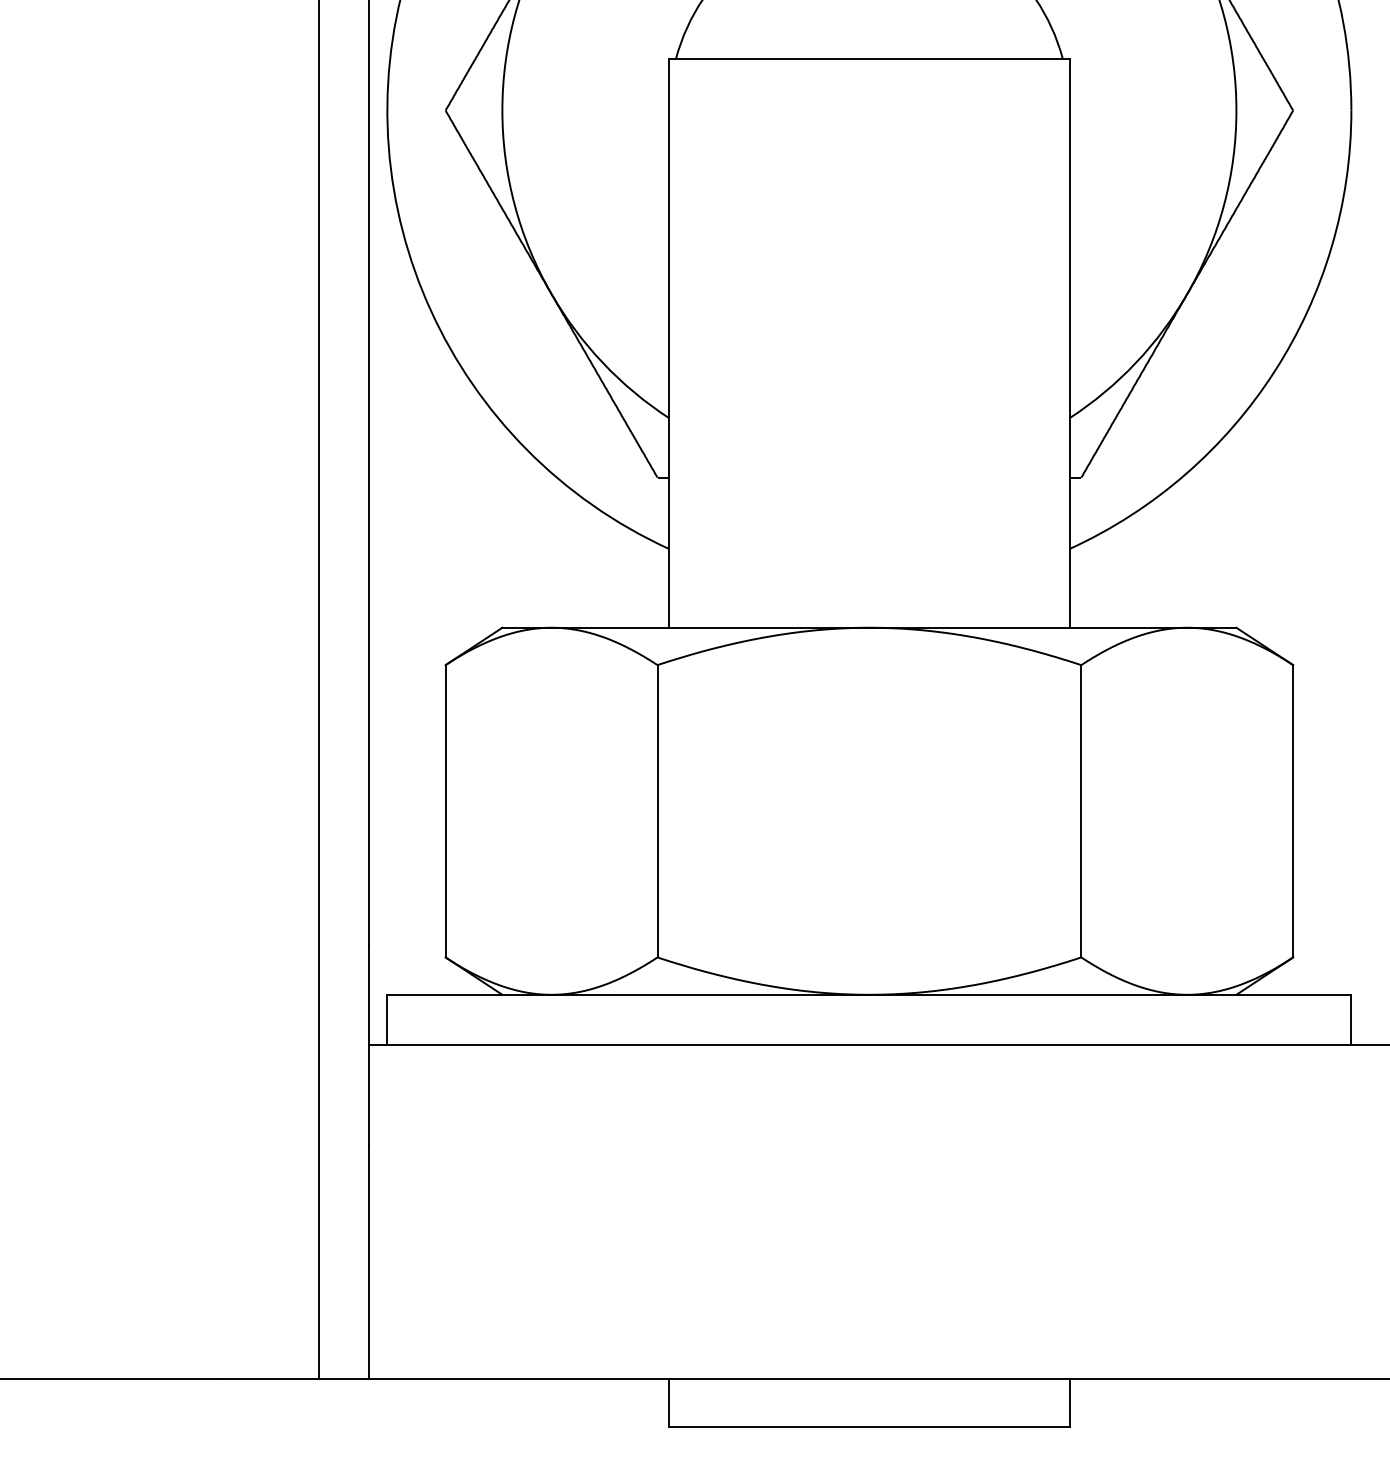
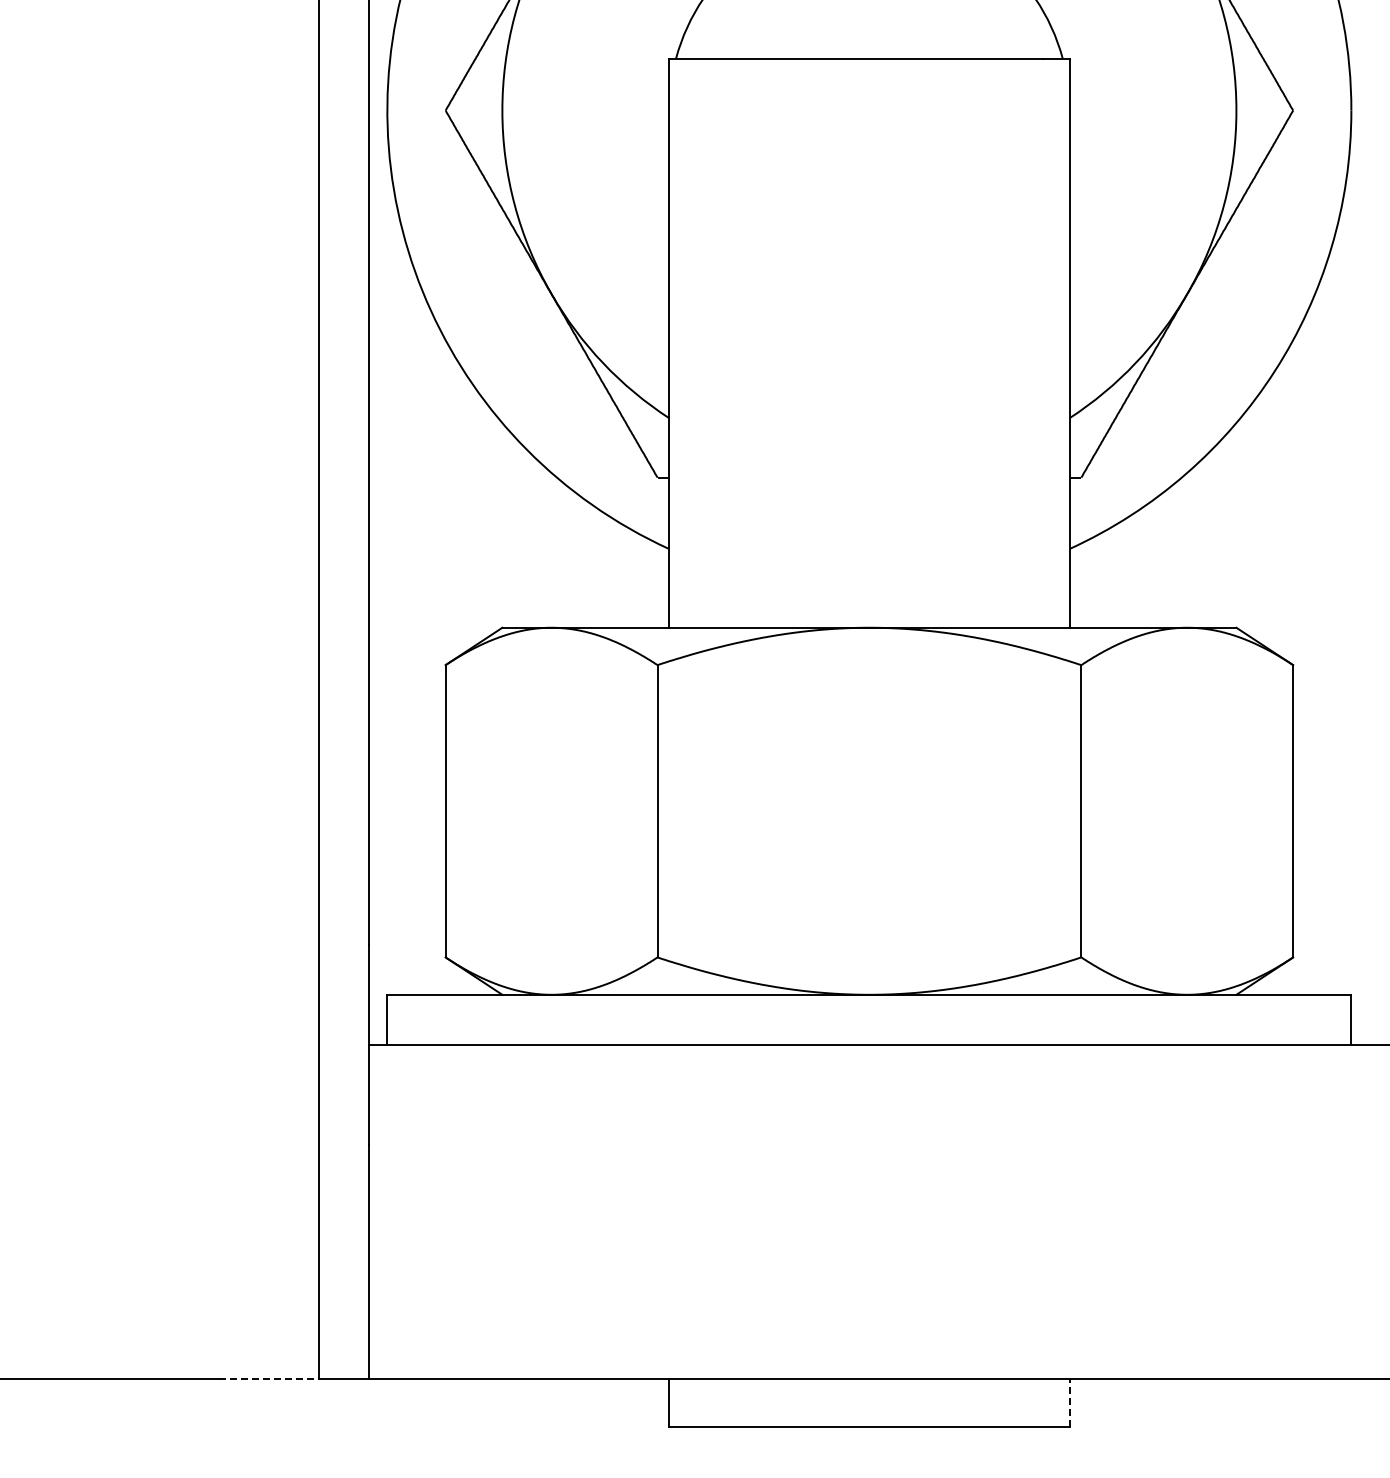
line at (269, 1378): solid -> dashed
line at (1069, 1402): solid -> dashed
